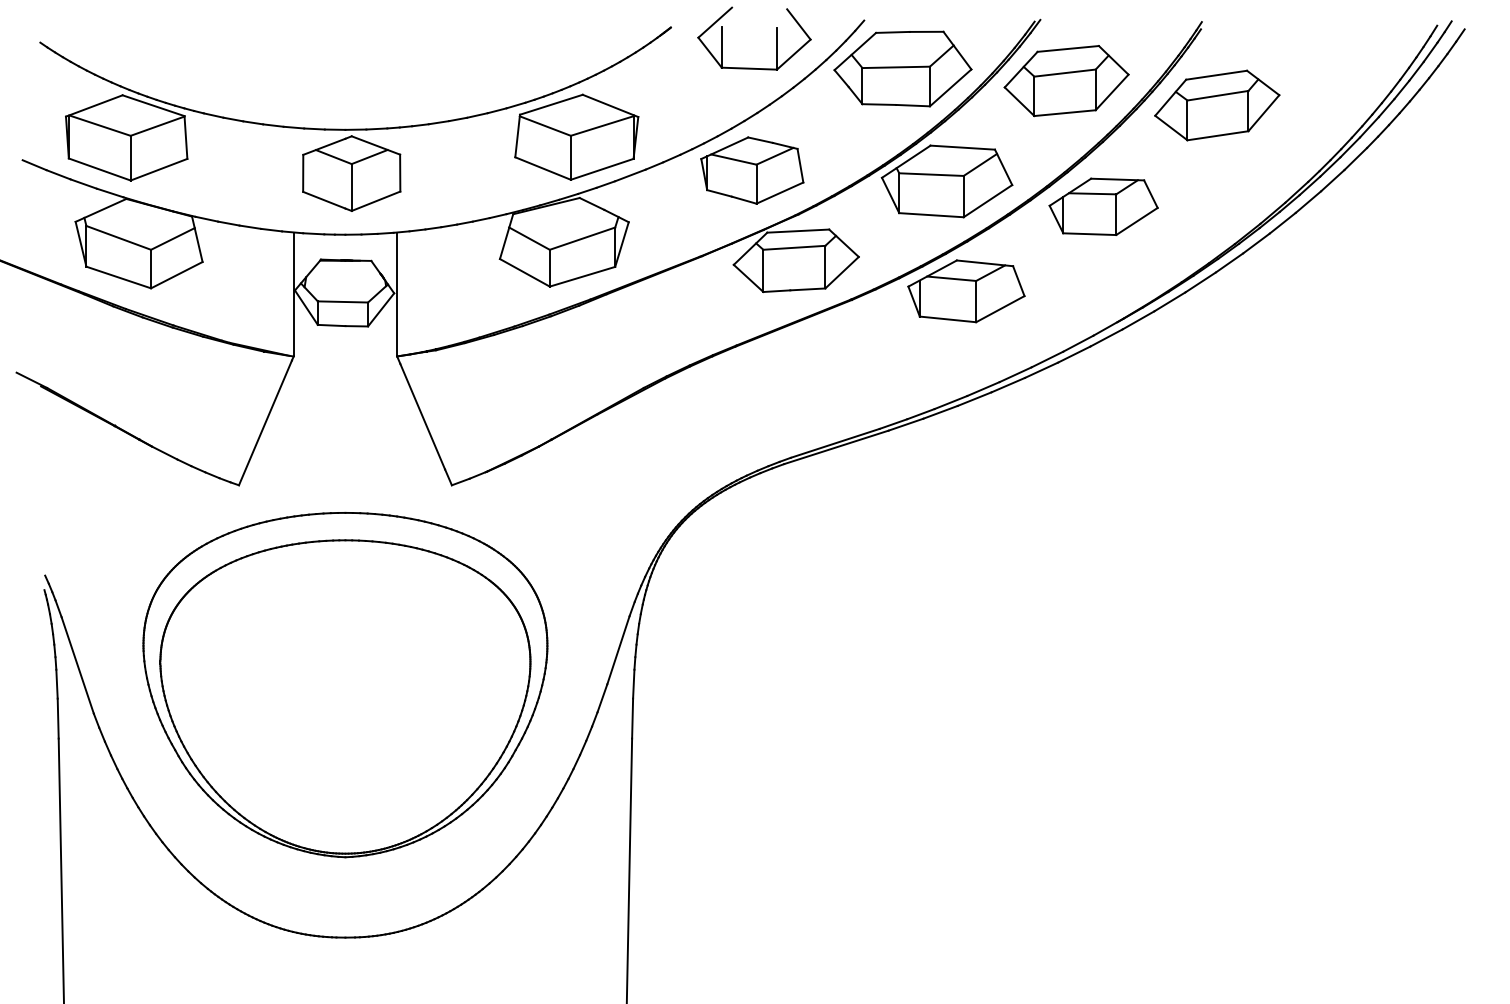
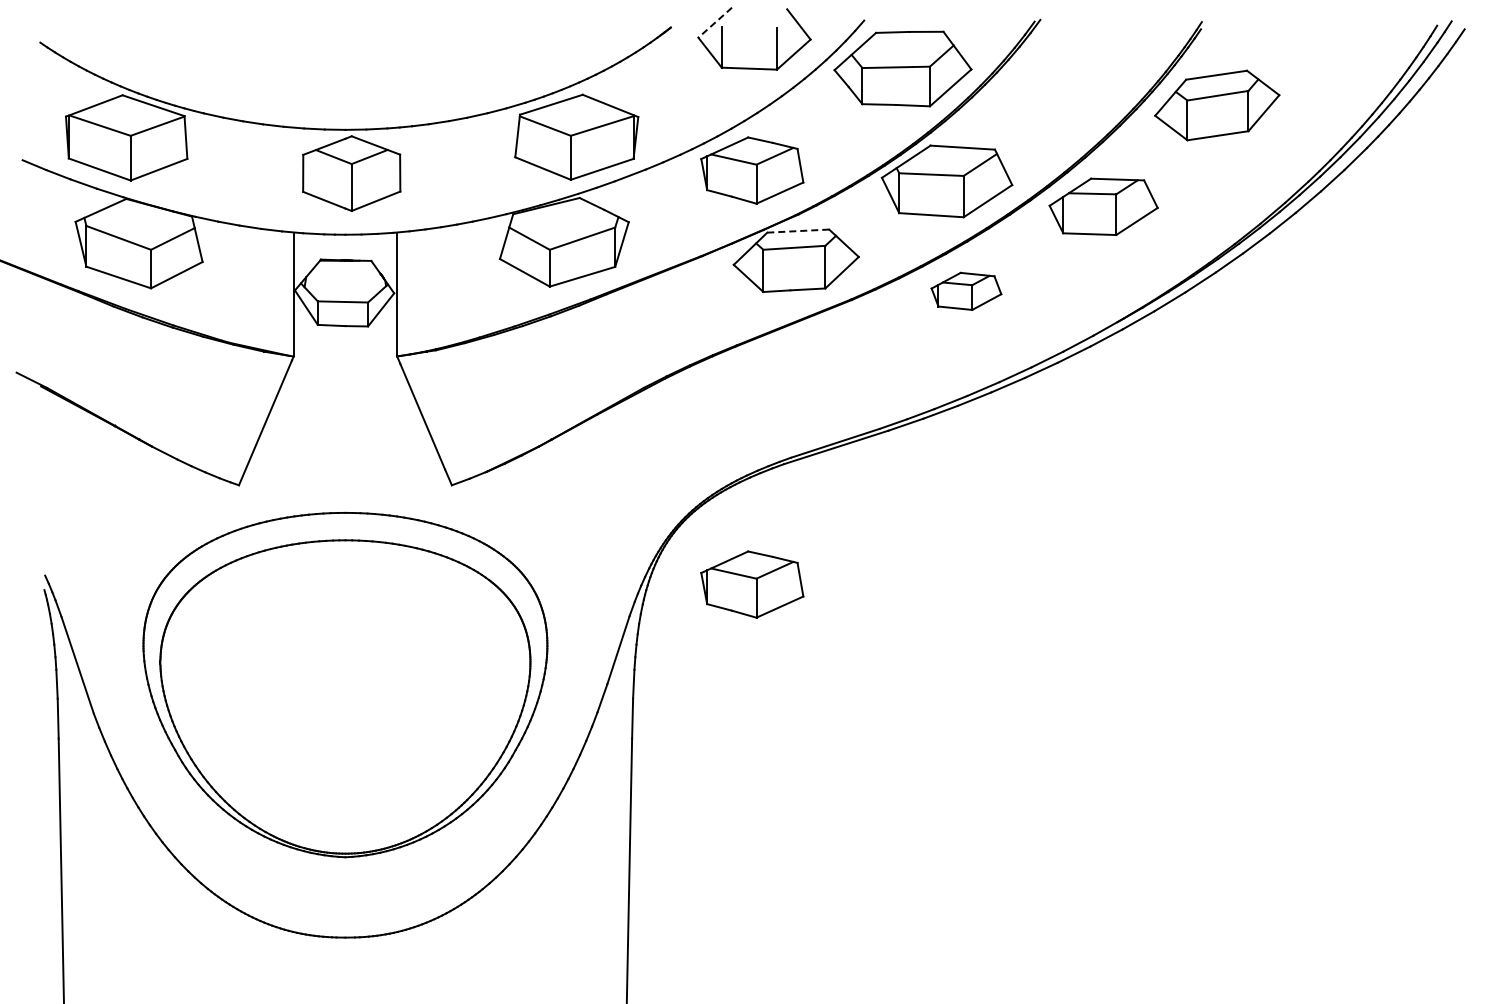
line at (715, 22): solid -> dashed
part at (1066, 81): present -> none
line at (798, 231): solid -> dashed
part at (966, 291) size: 119x65 px -> 73x40 px
part at (752, 584): none -> present
